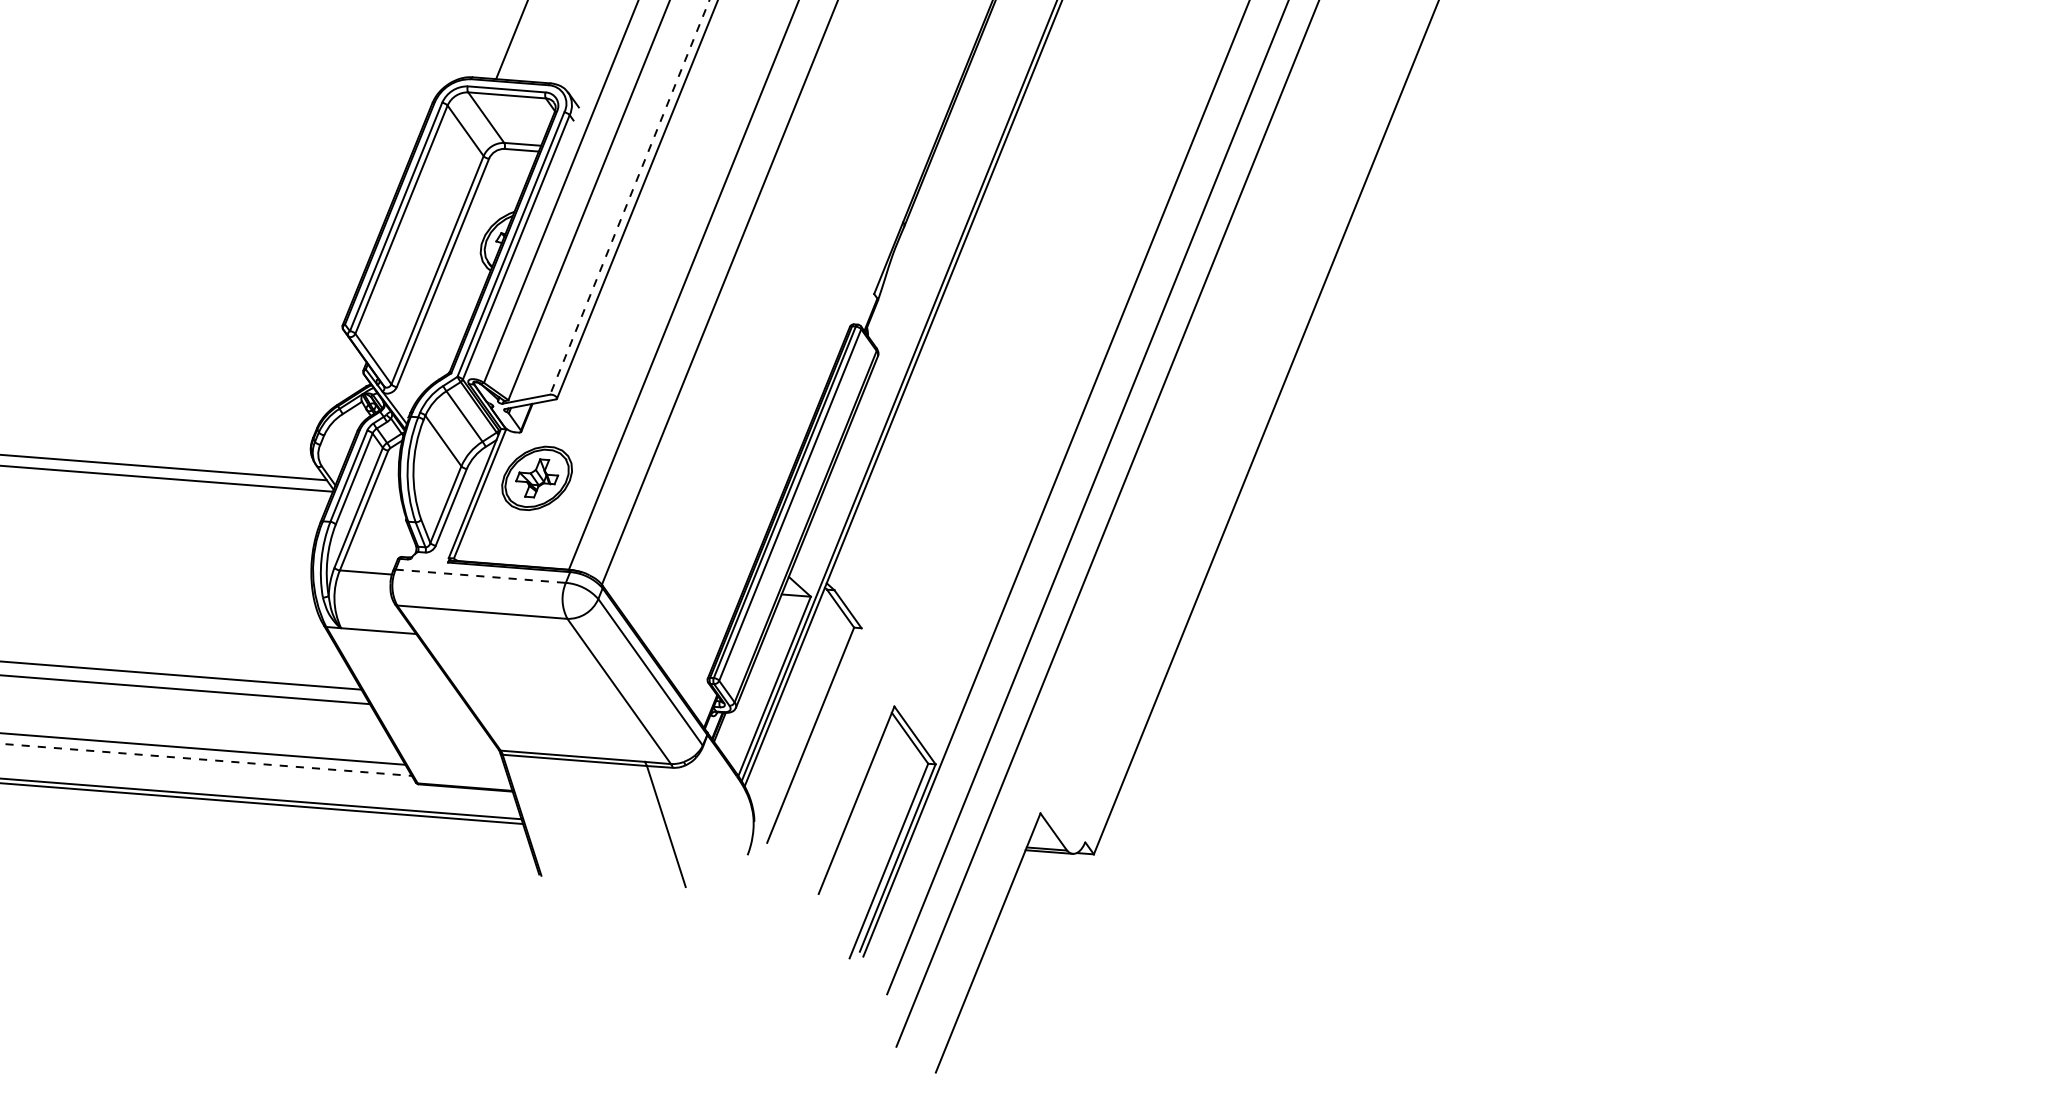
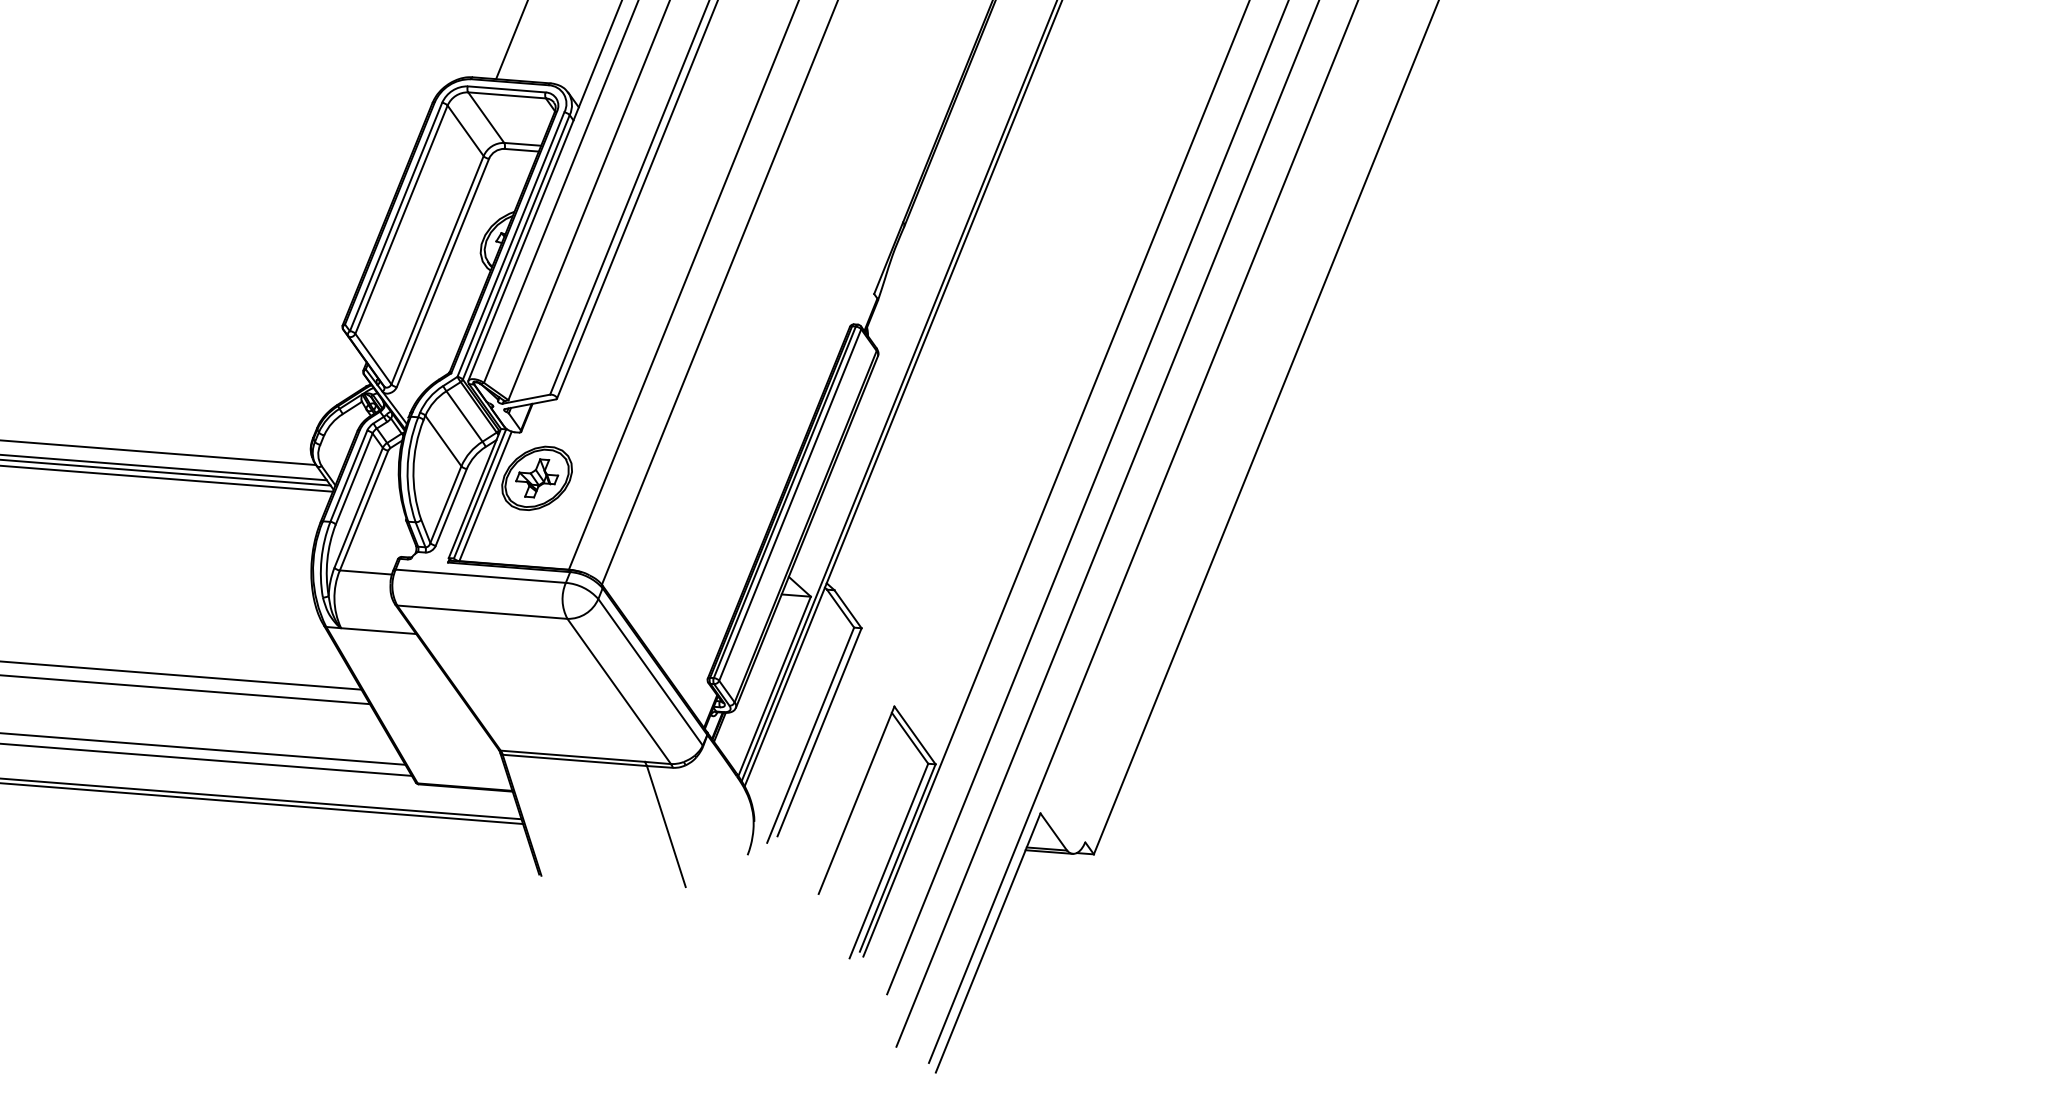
line at (544, 191): none -> present
line at (629, 198): dashed -> solid
line at (159, 452): none -> present
line at (166, 472): none -> present
line at (485, 496): none -> present
line at (1142, 532): none -> present
line at (481, 576): dashed -> solid
line at (819, 732): none -> present
line at (206, 759): dashed -> solid
